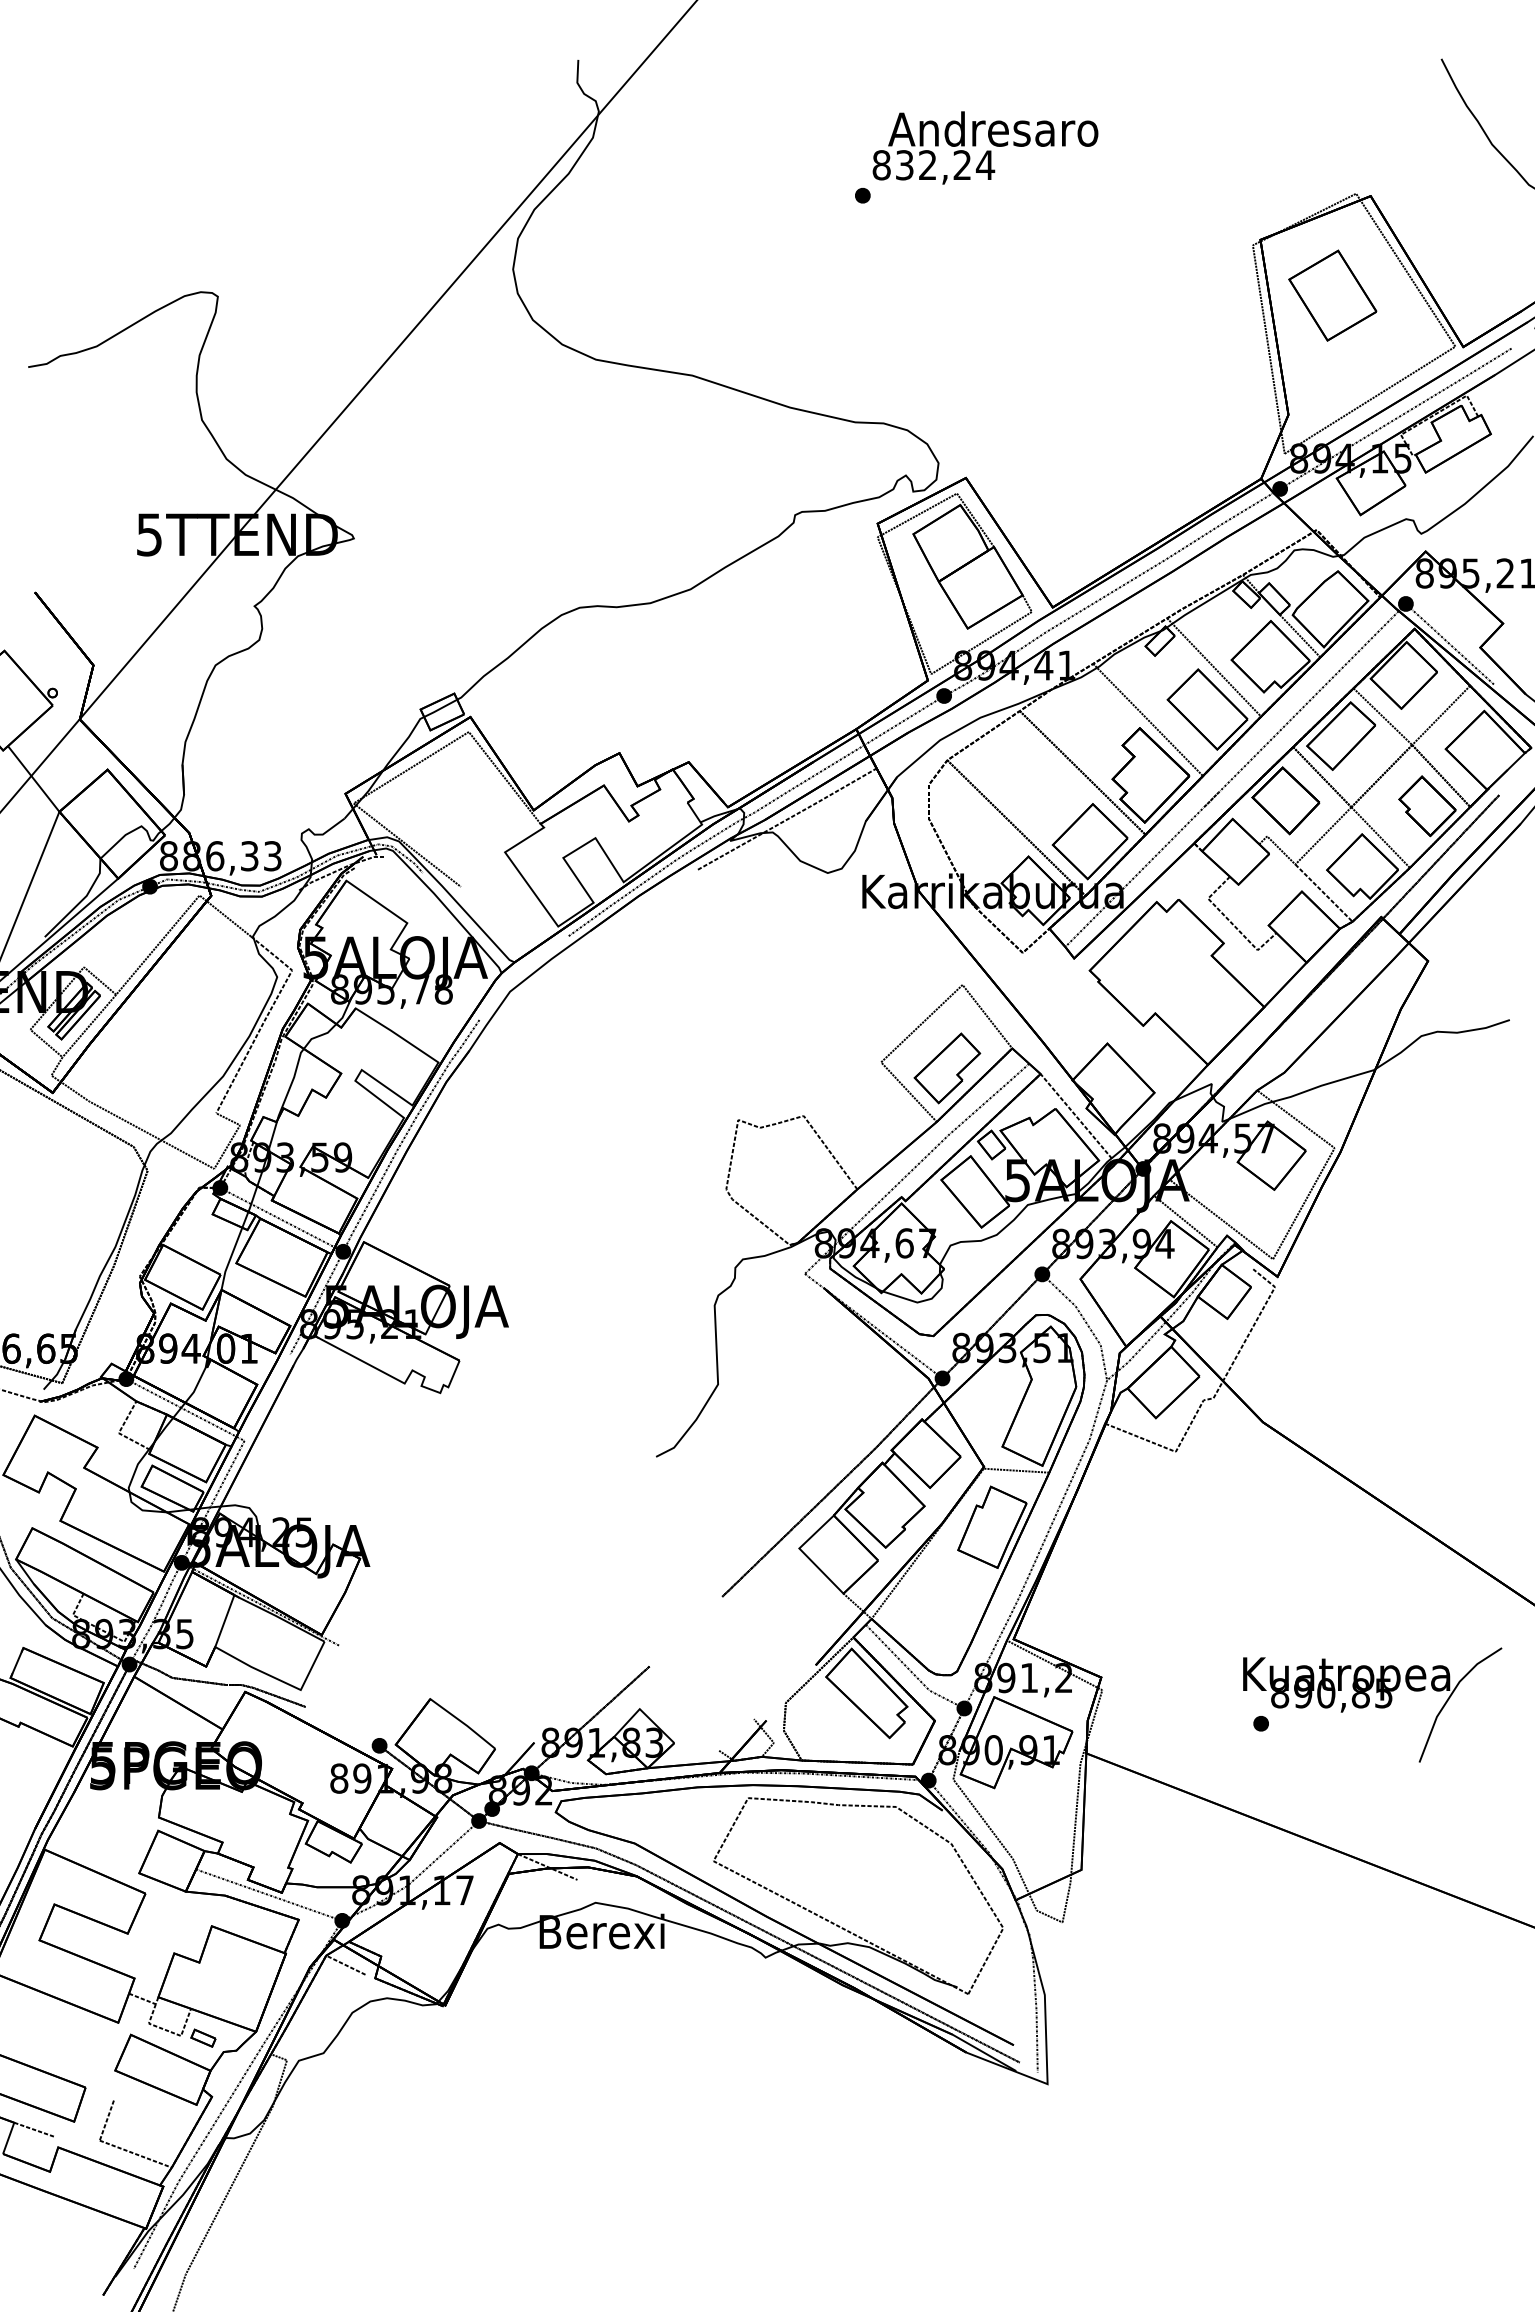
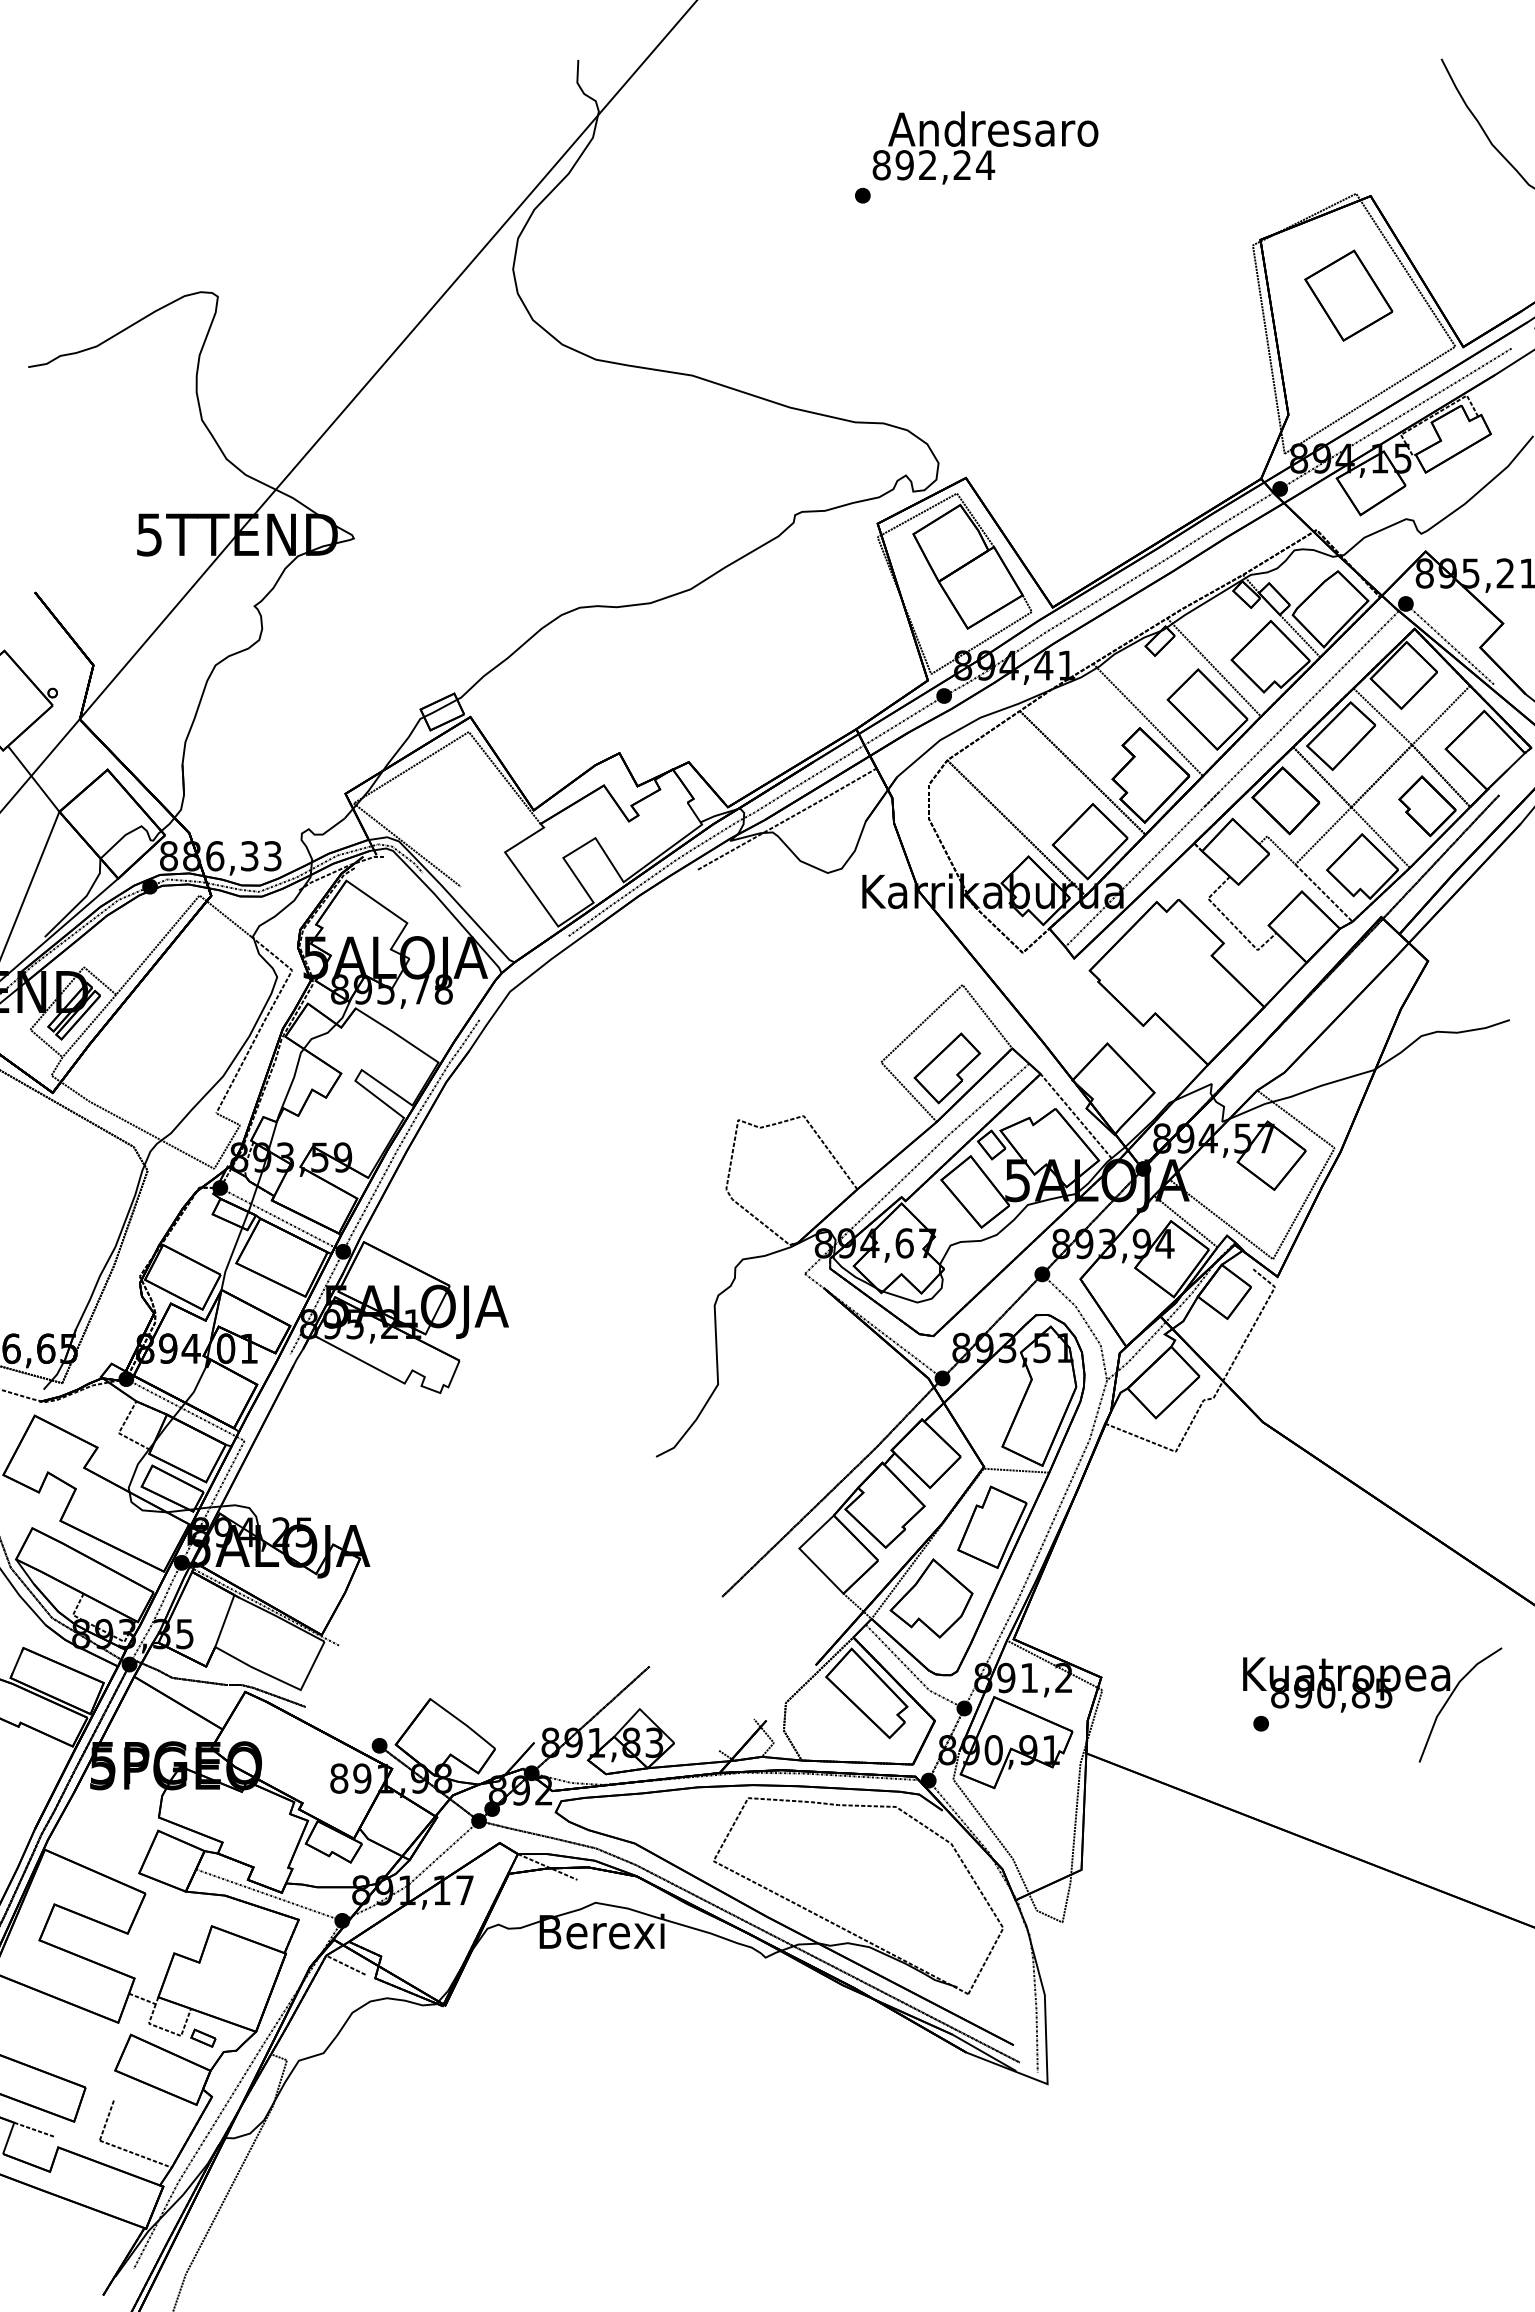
text at (904, 165): 832,24 -> 892,24
part at (1332, 295) position: (1332, 295) -> (1348, 295)
part at (931, 1598): none -> present
